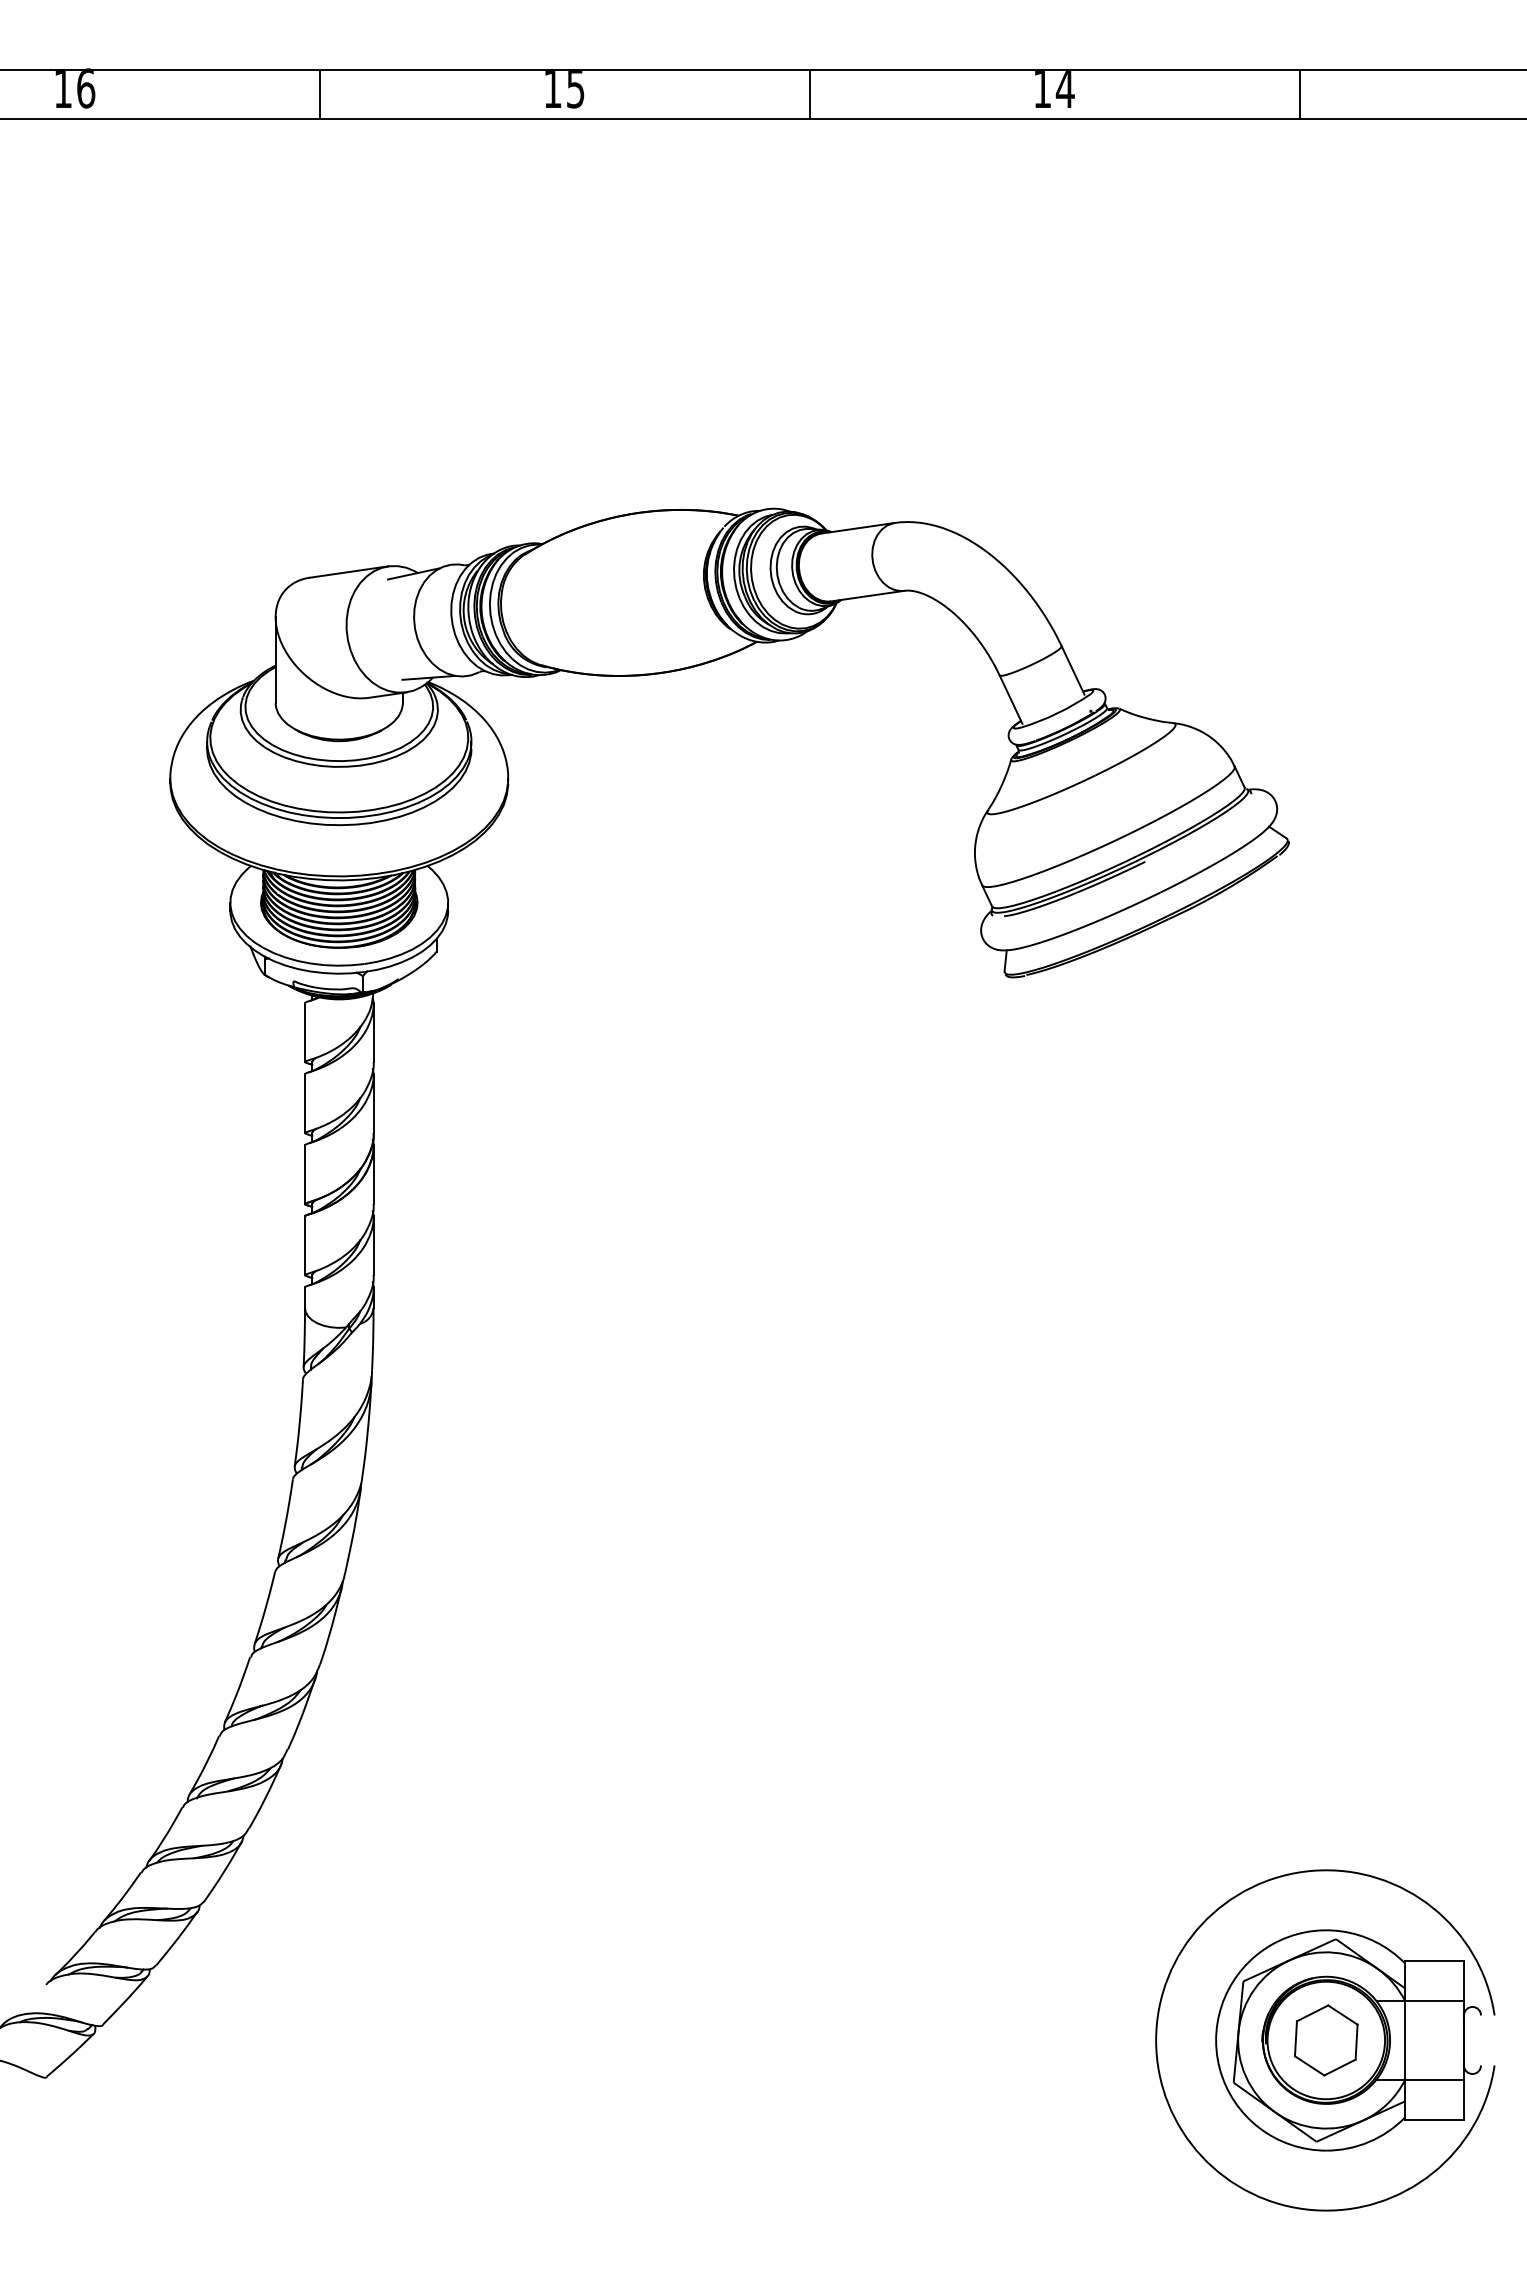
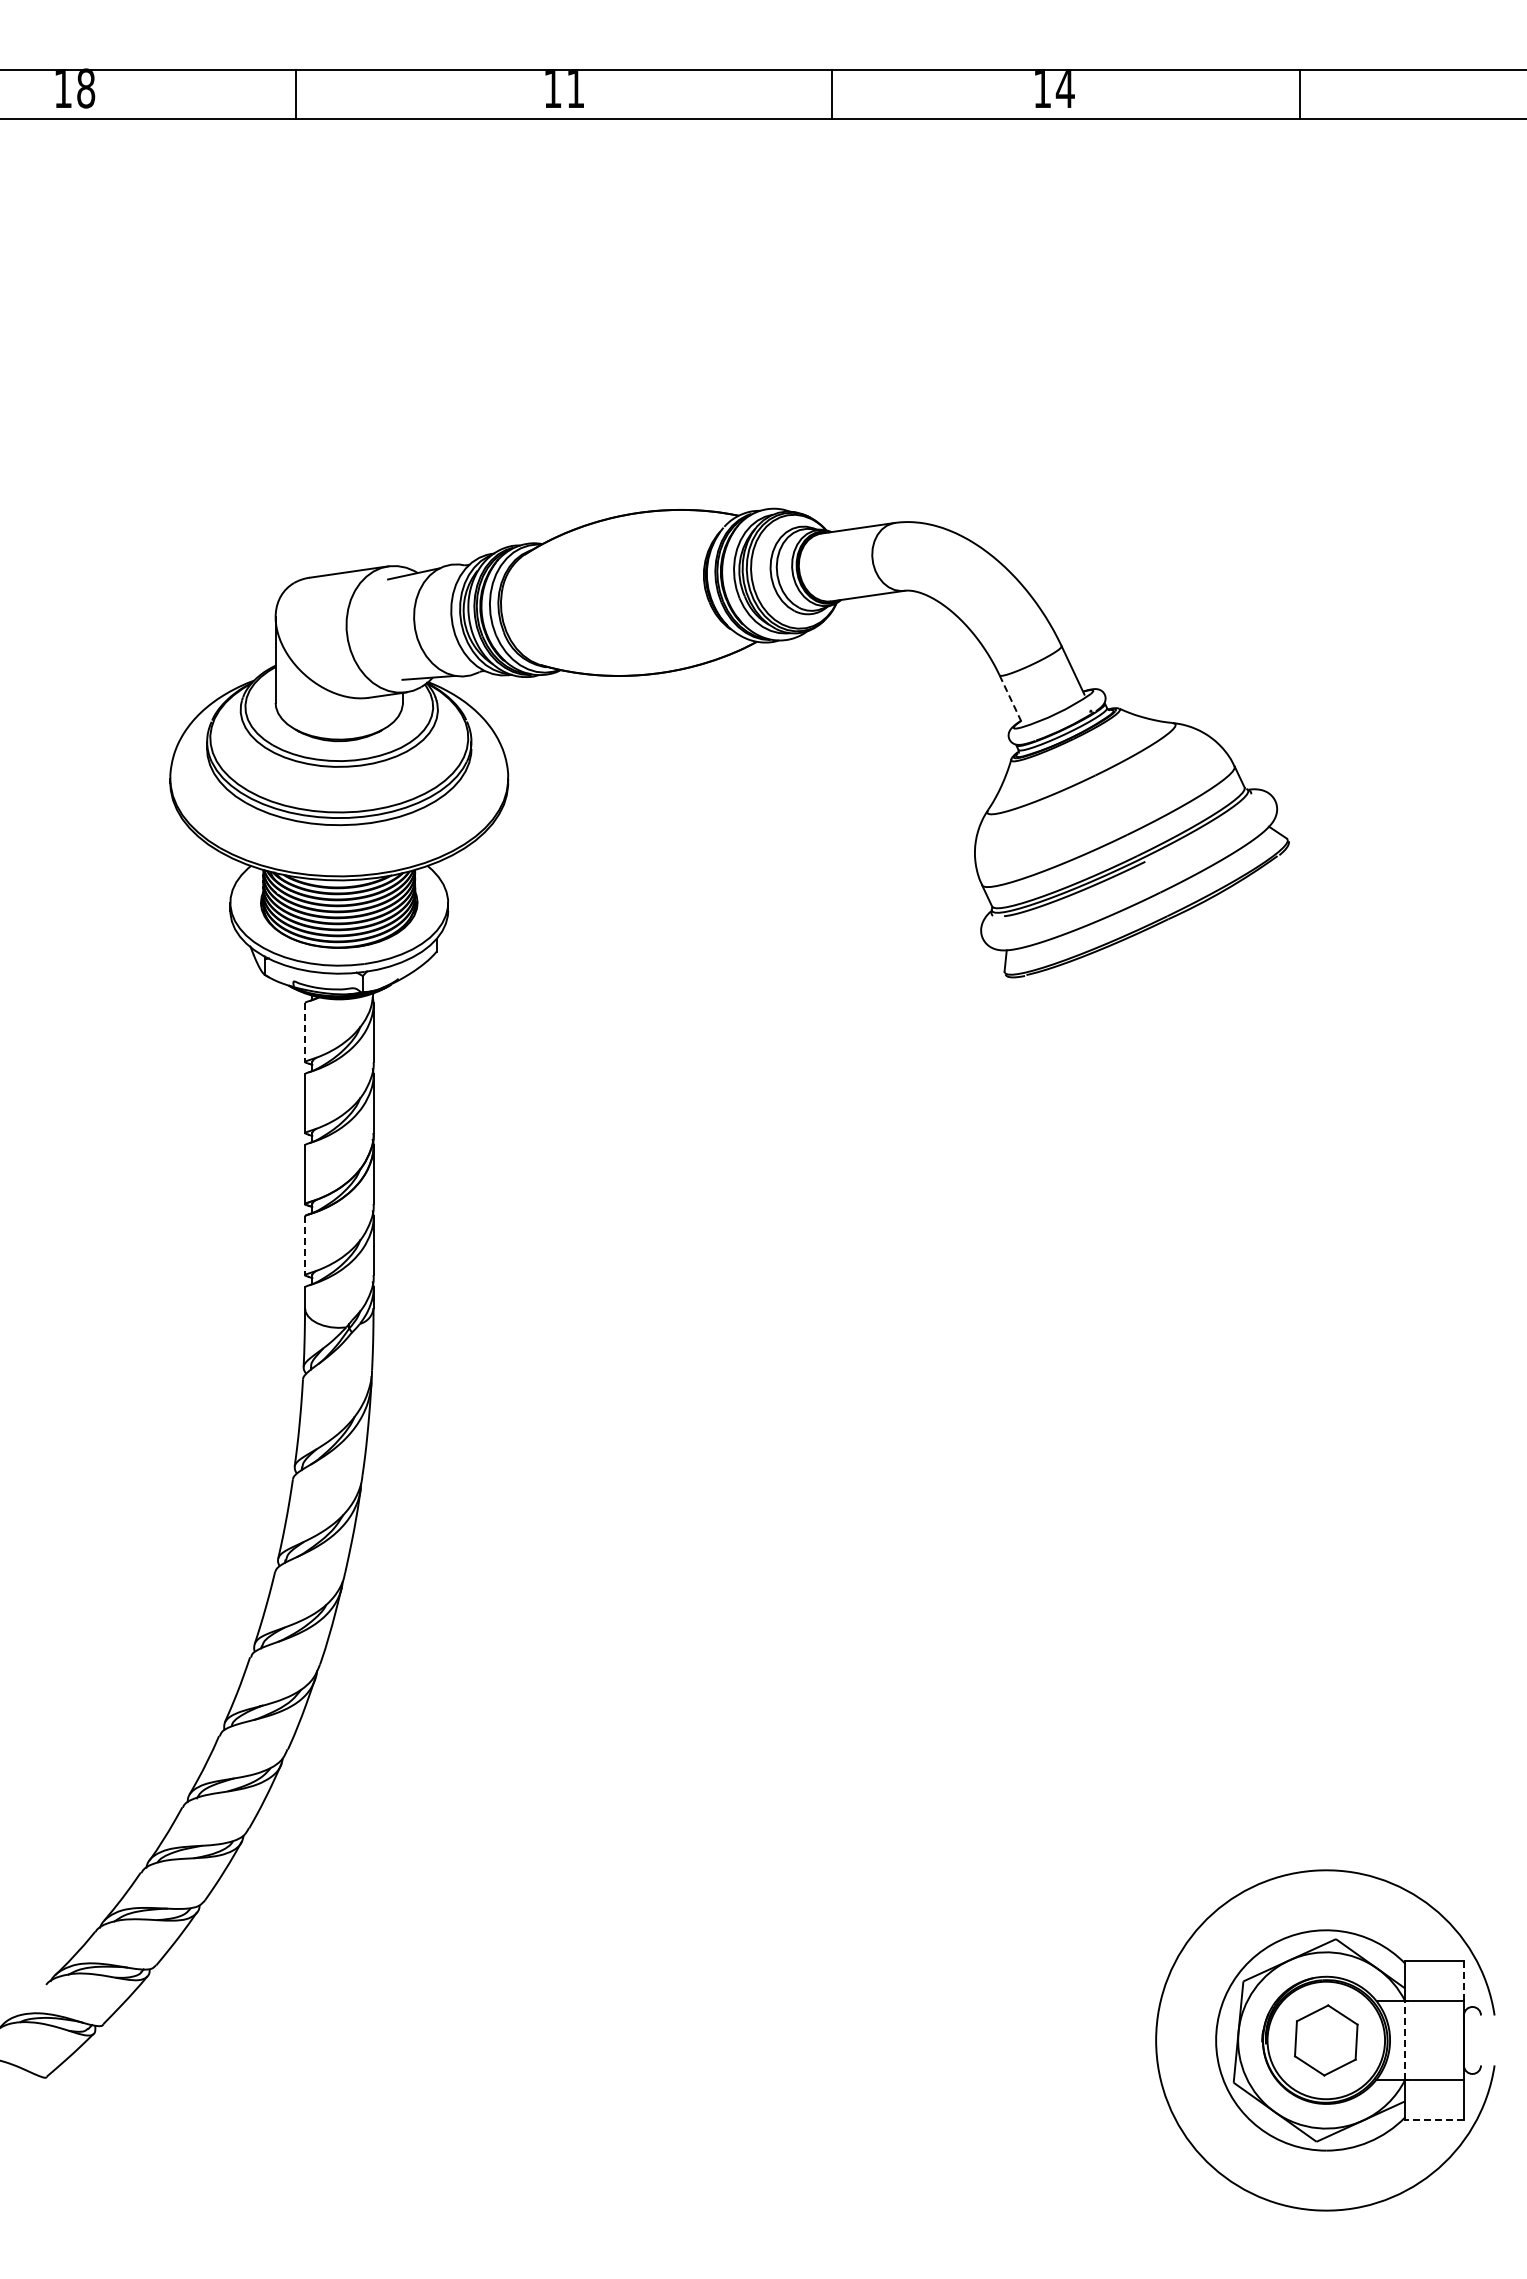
text at (86, 88): 16 -> 18
text at (575, 89): 15 -> 11
line at (320, 93) position: (320, 93) -> (296, 93)
line at (810, 93) position: (810, 93) -> (832, 93)
line at (1011, 699): solid -> dashed
line at (304, 1032): solid -> dashed
line at (305, 1245): solid -> dashed
line at (1463, 1981): solid -> dashed
line at (1405, 2040): solid -> dashed
line at (1434, 2119): solid -> dashed
